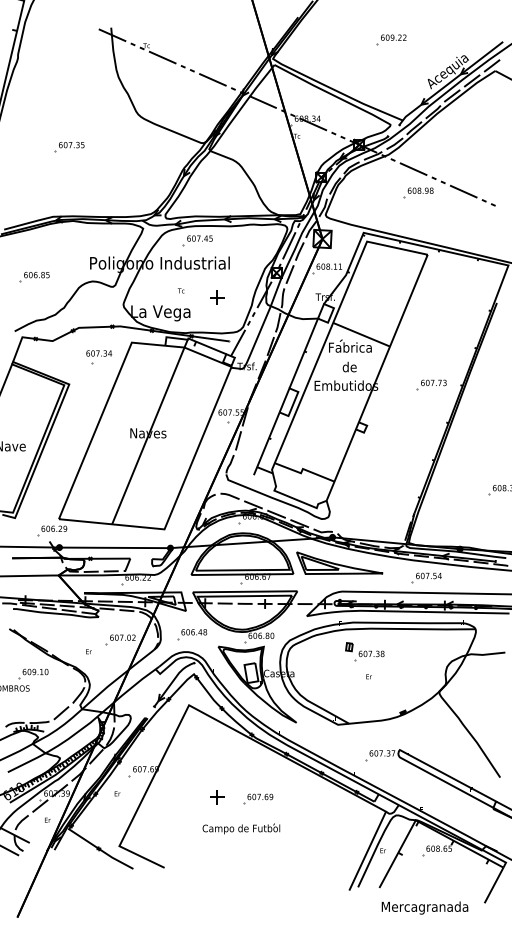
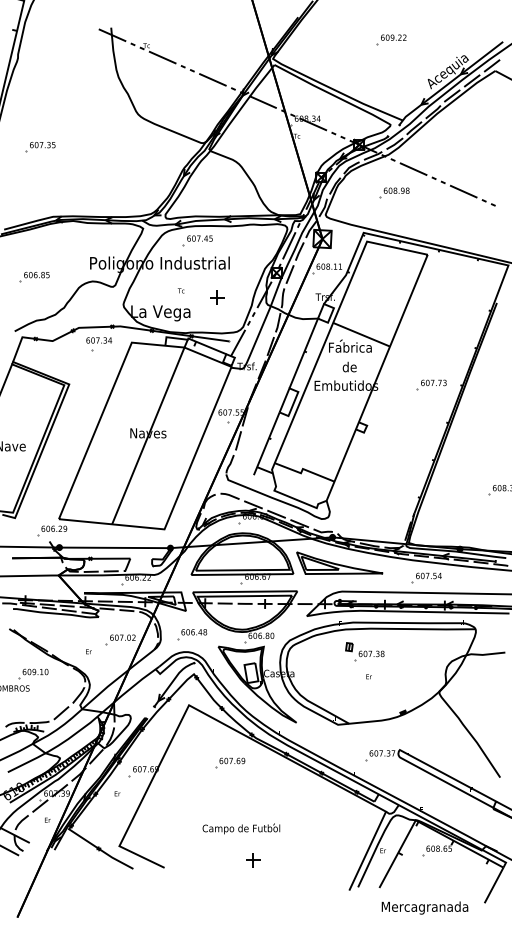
part at (69, 147) position: (69, 147) -> (40, 147)
part at (418, 192) position: (418, 192) -> (394, 192)
part at (99, 357) position: (99, 357) -> (99, 344)
part at (217, 797) position: (217, 797) -> (253, 860)
part at (258, 798) position: (258, 798) -> (230, 762)
